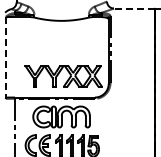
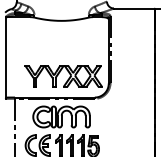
line at (133, 8): dashed -> solid
line at (5, 58): dashed -> solid
